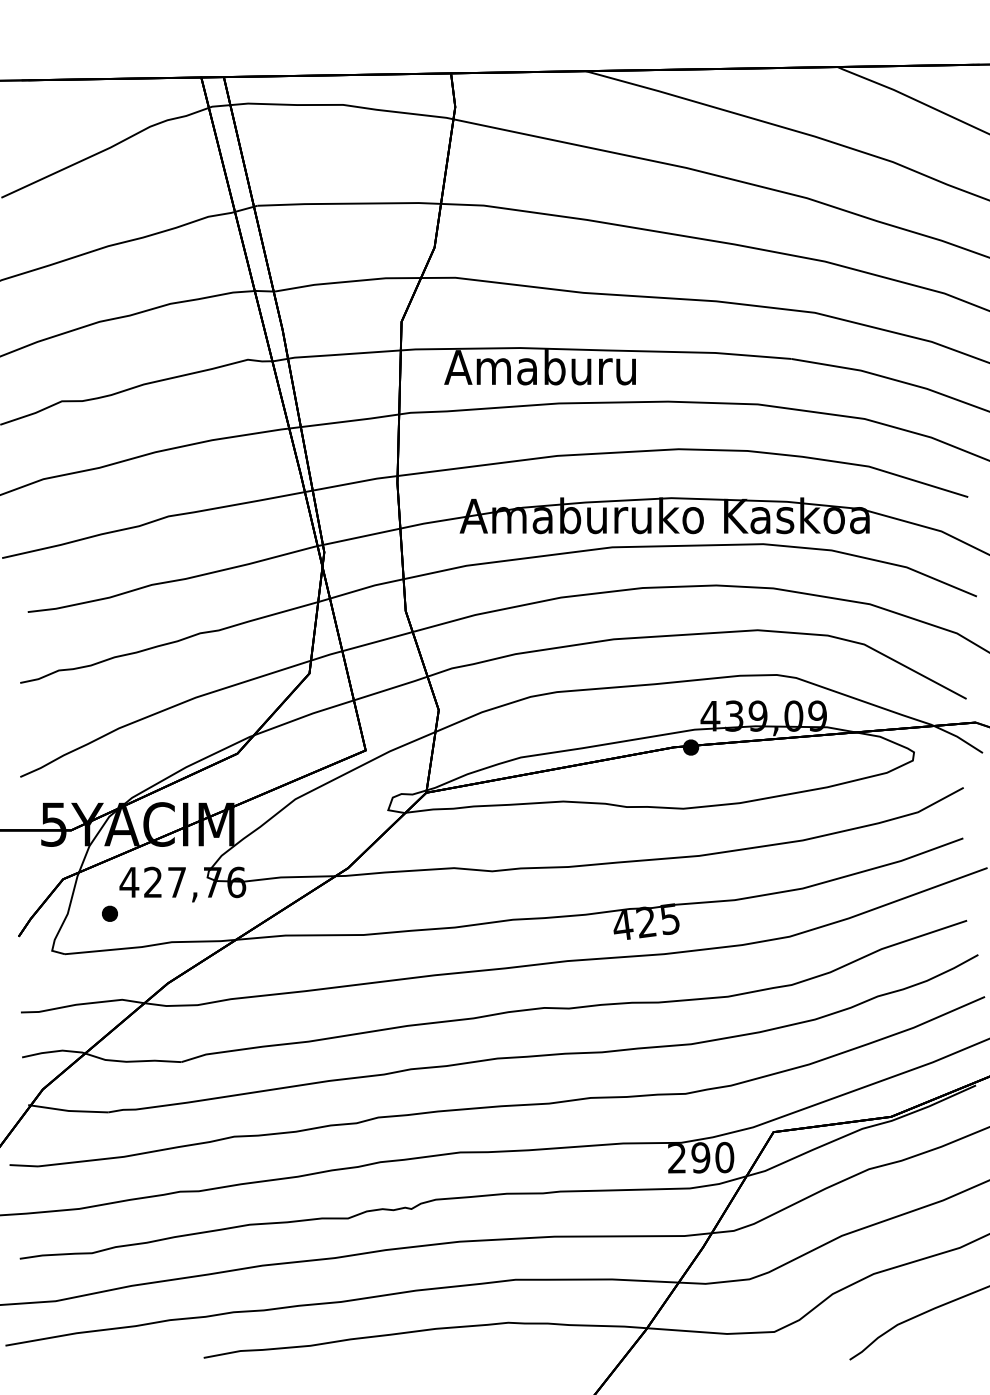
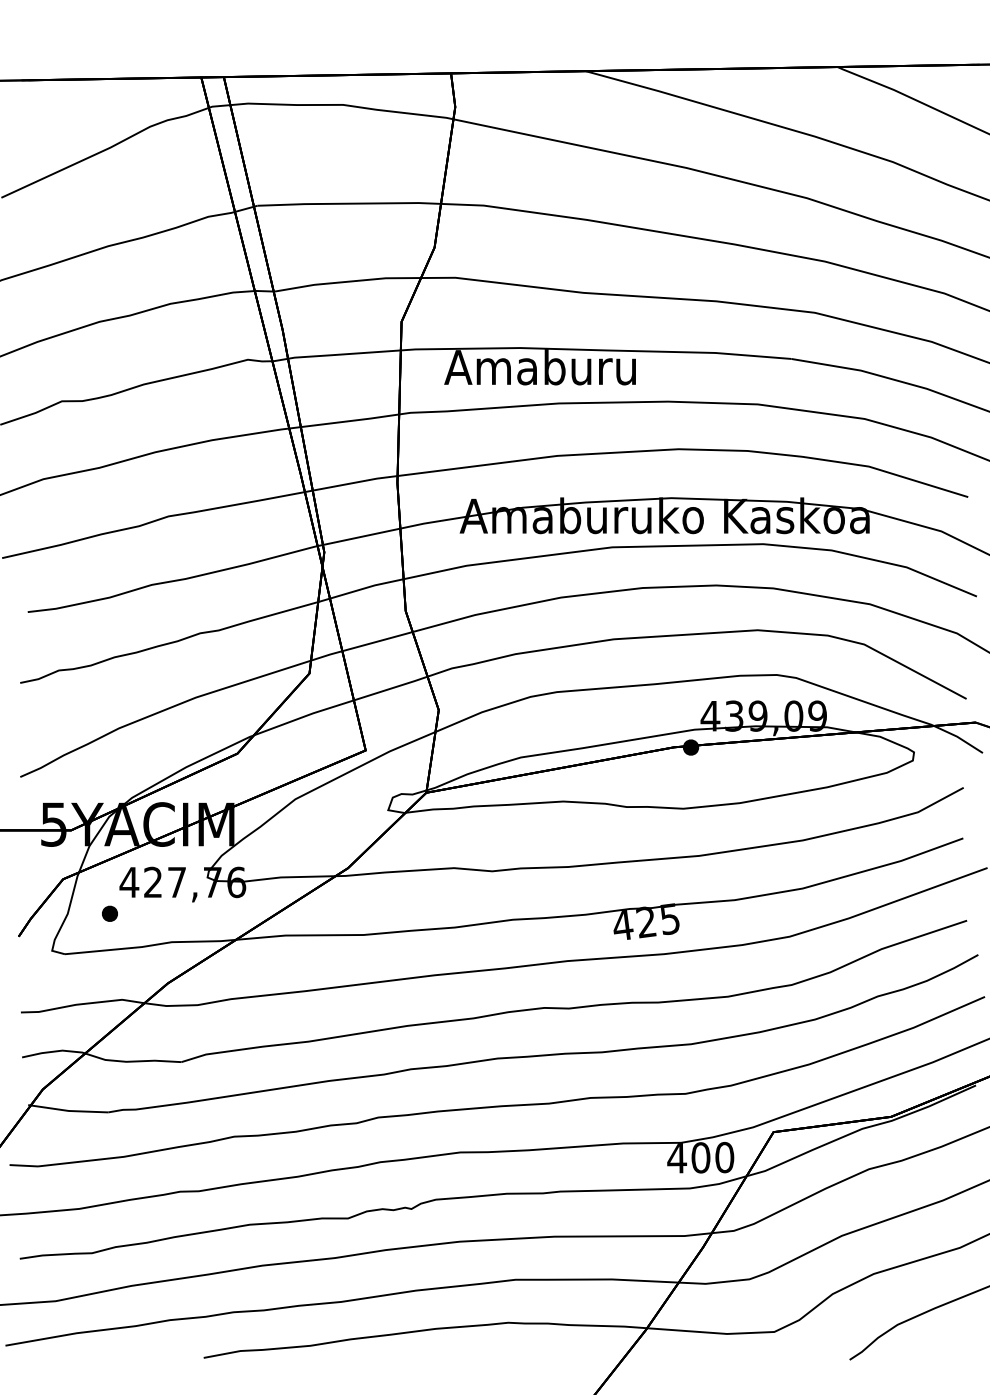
text at (688, 1157): 290 -> 400
